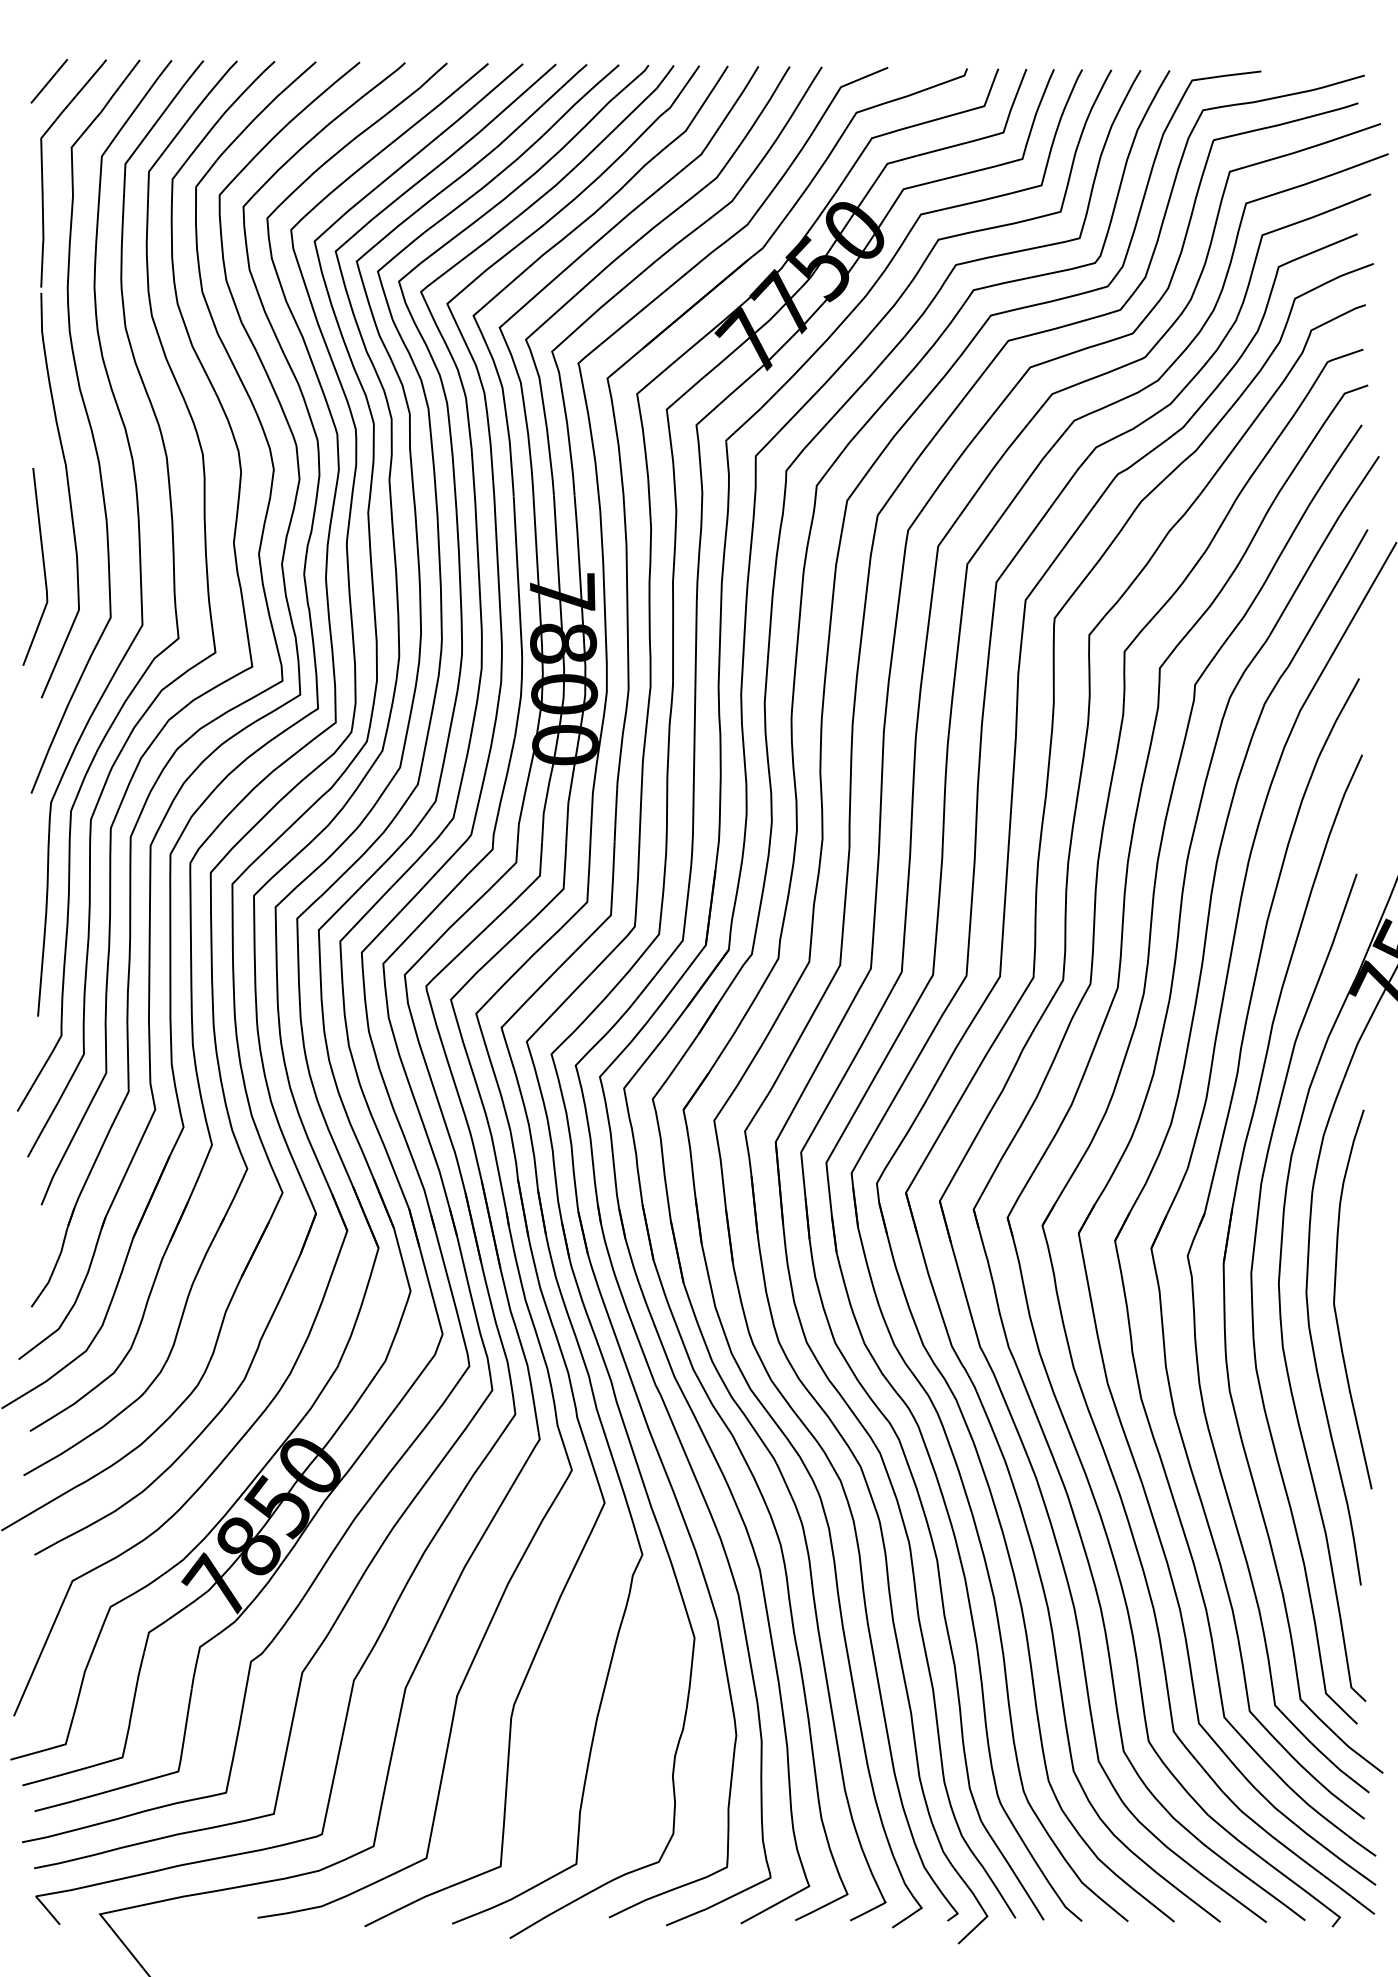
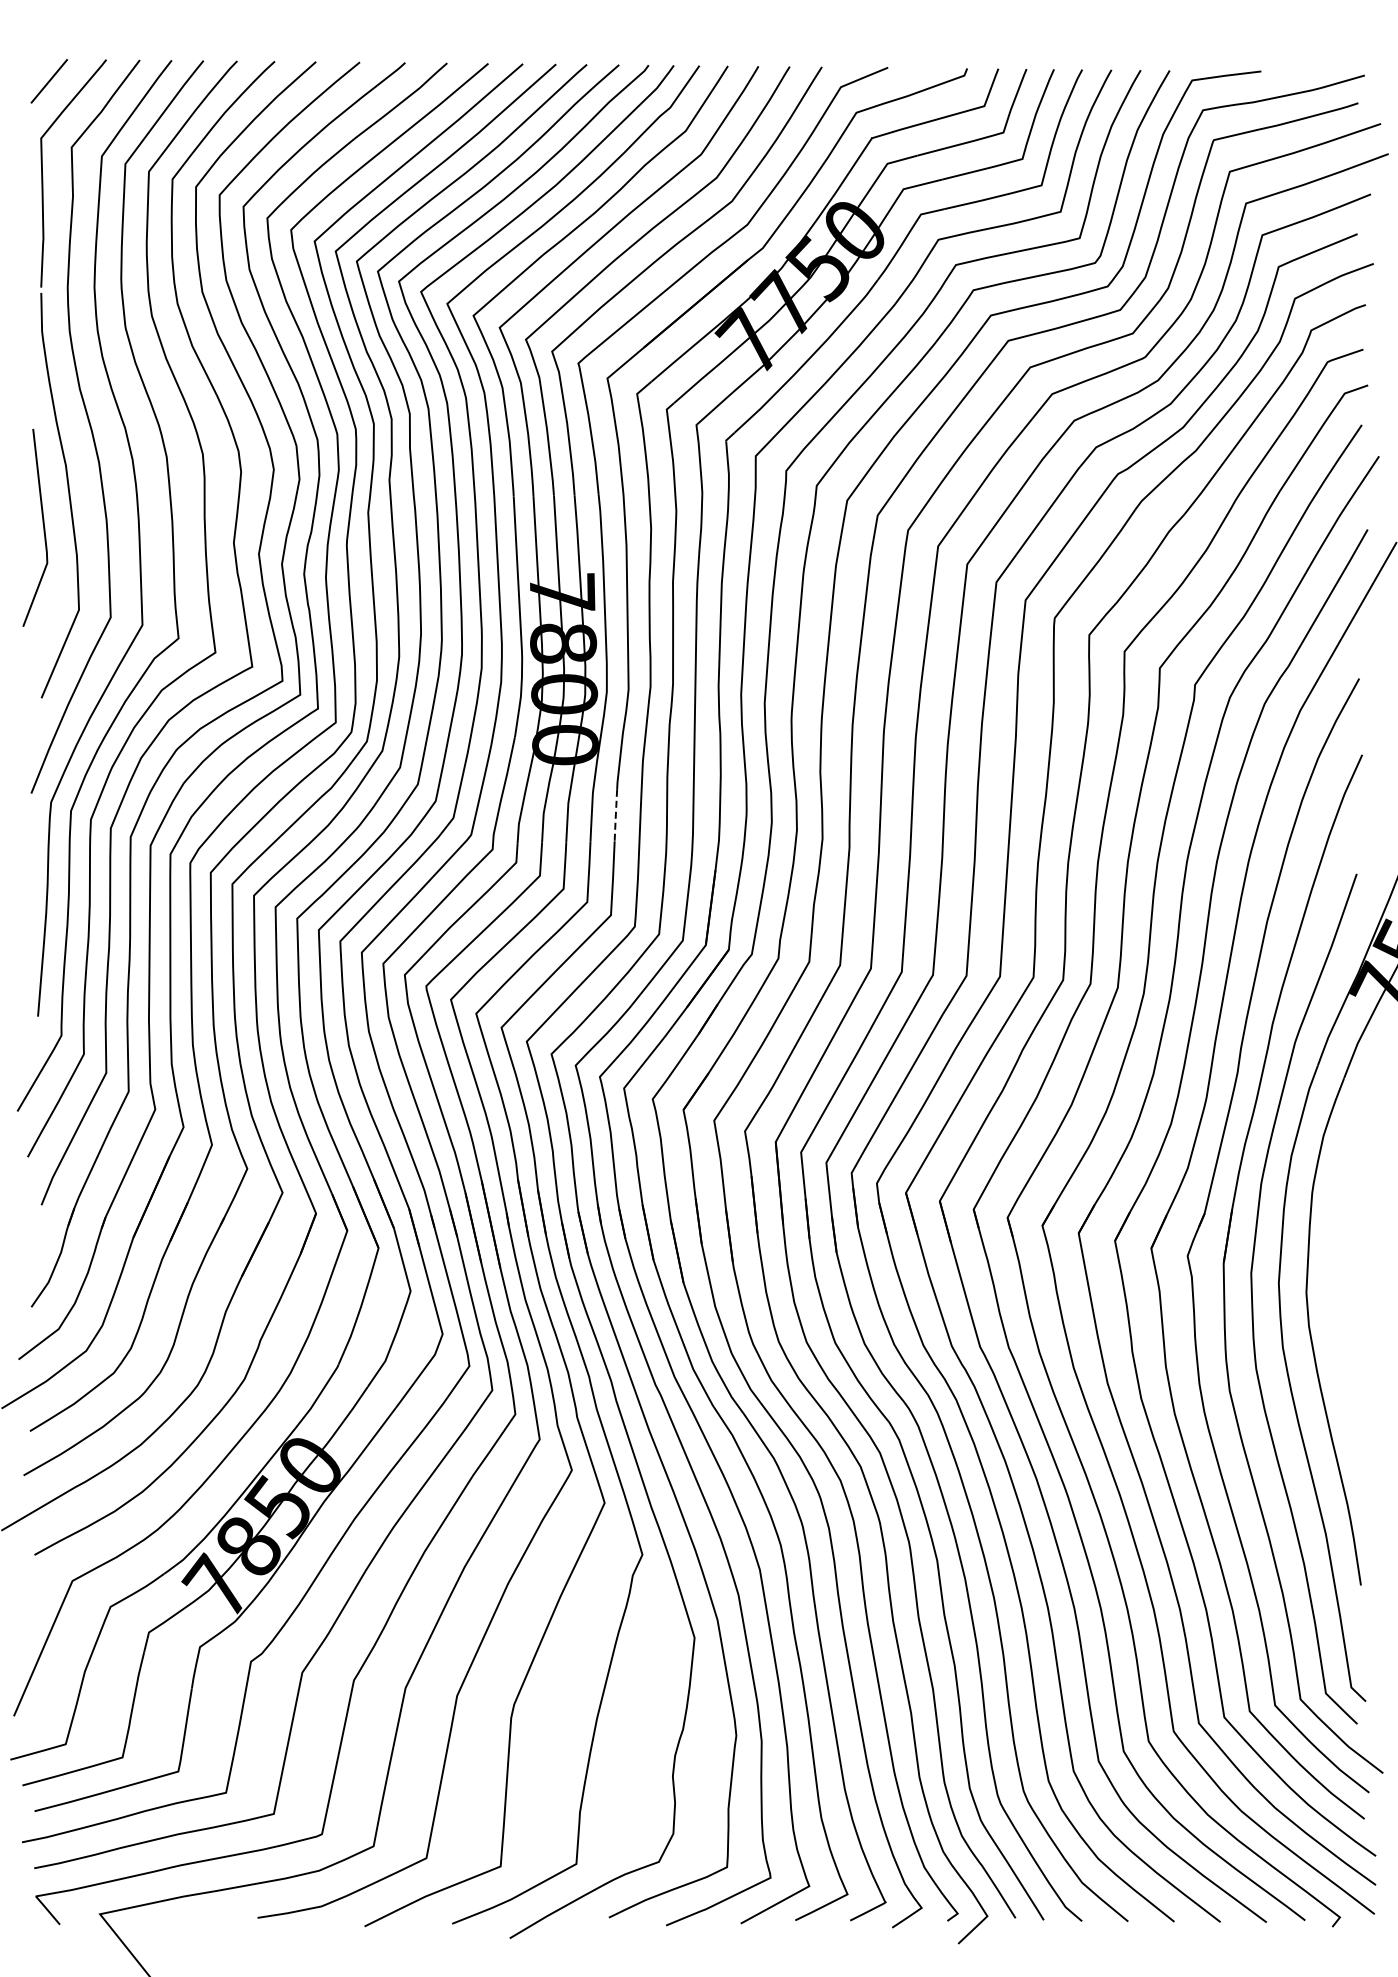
line at (43, 566) position: (43, 566) -> (43, 527)
line at (615, 815): solid -> dashed
curve at (1335, 1299): present -> none
